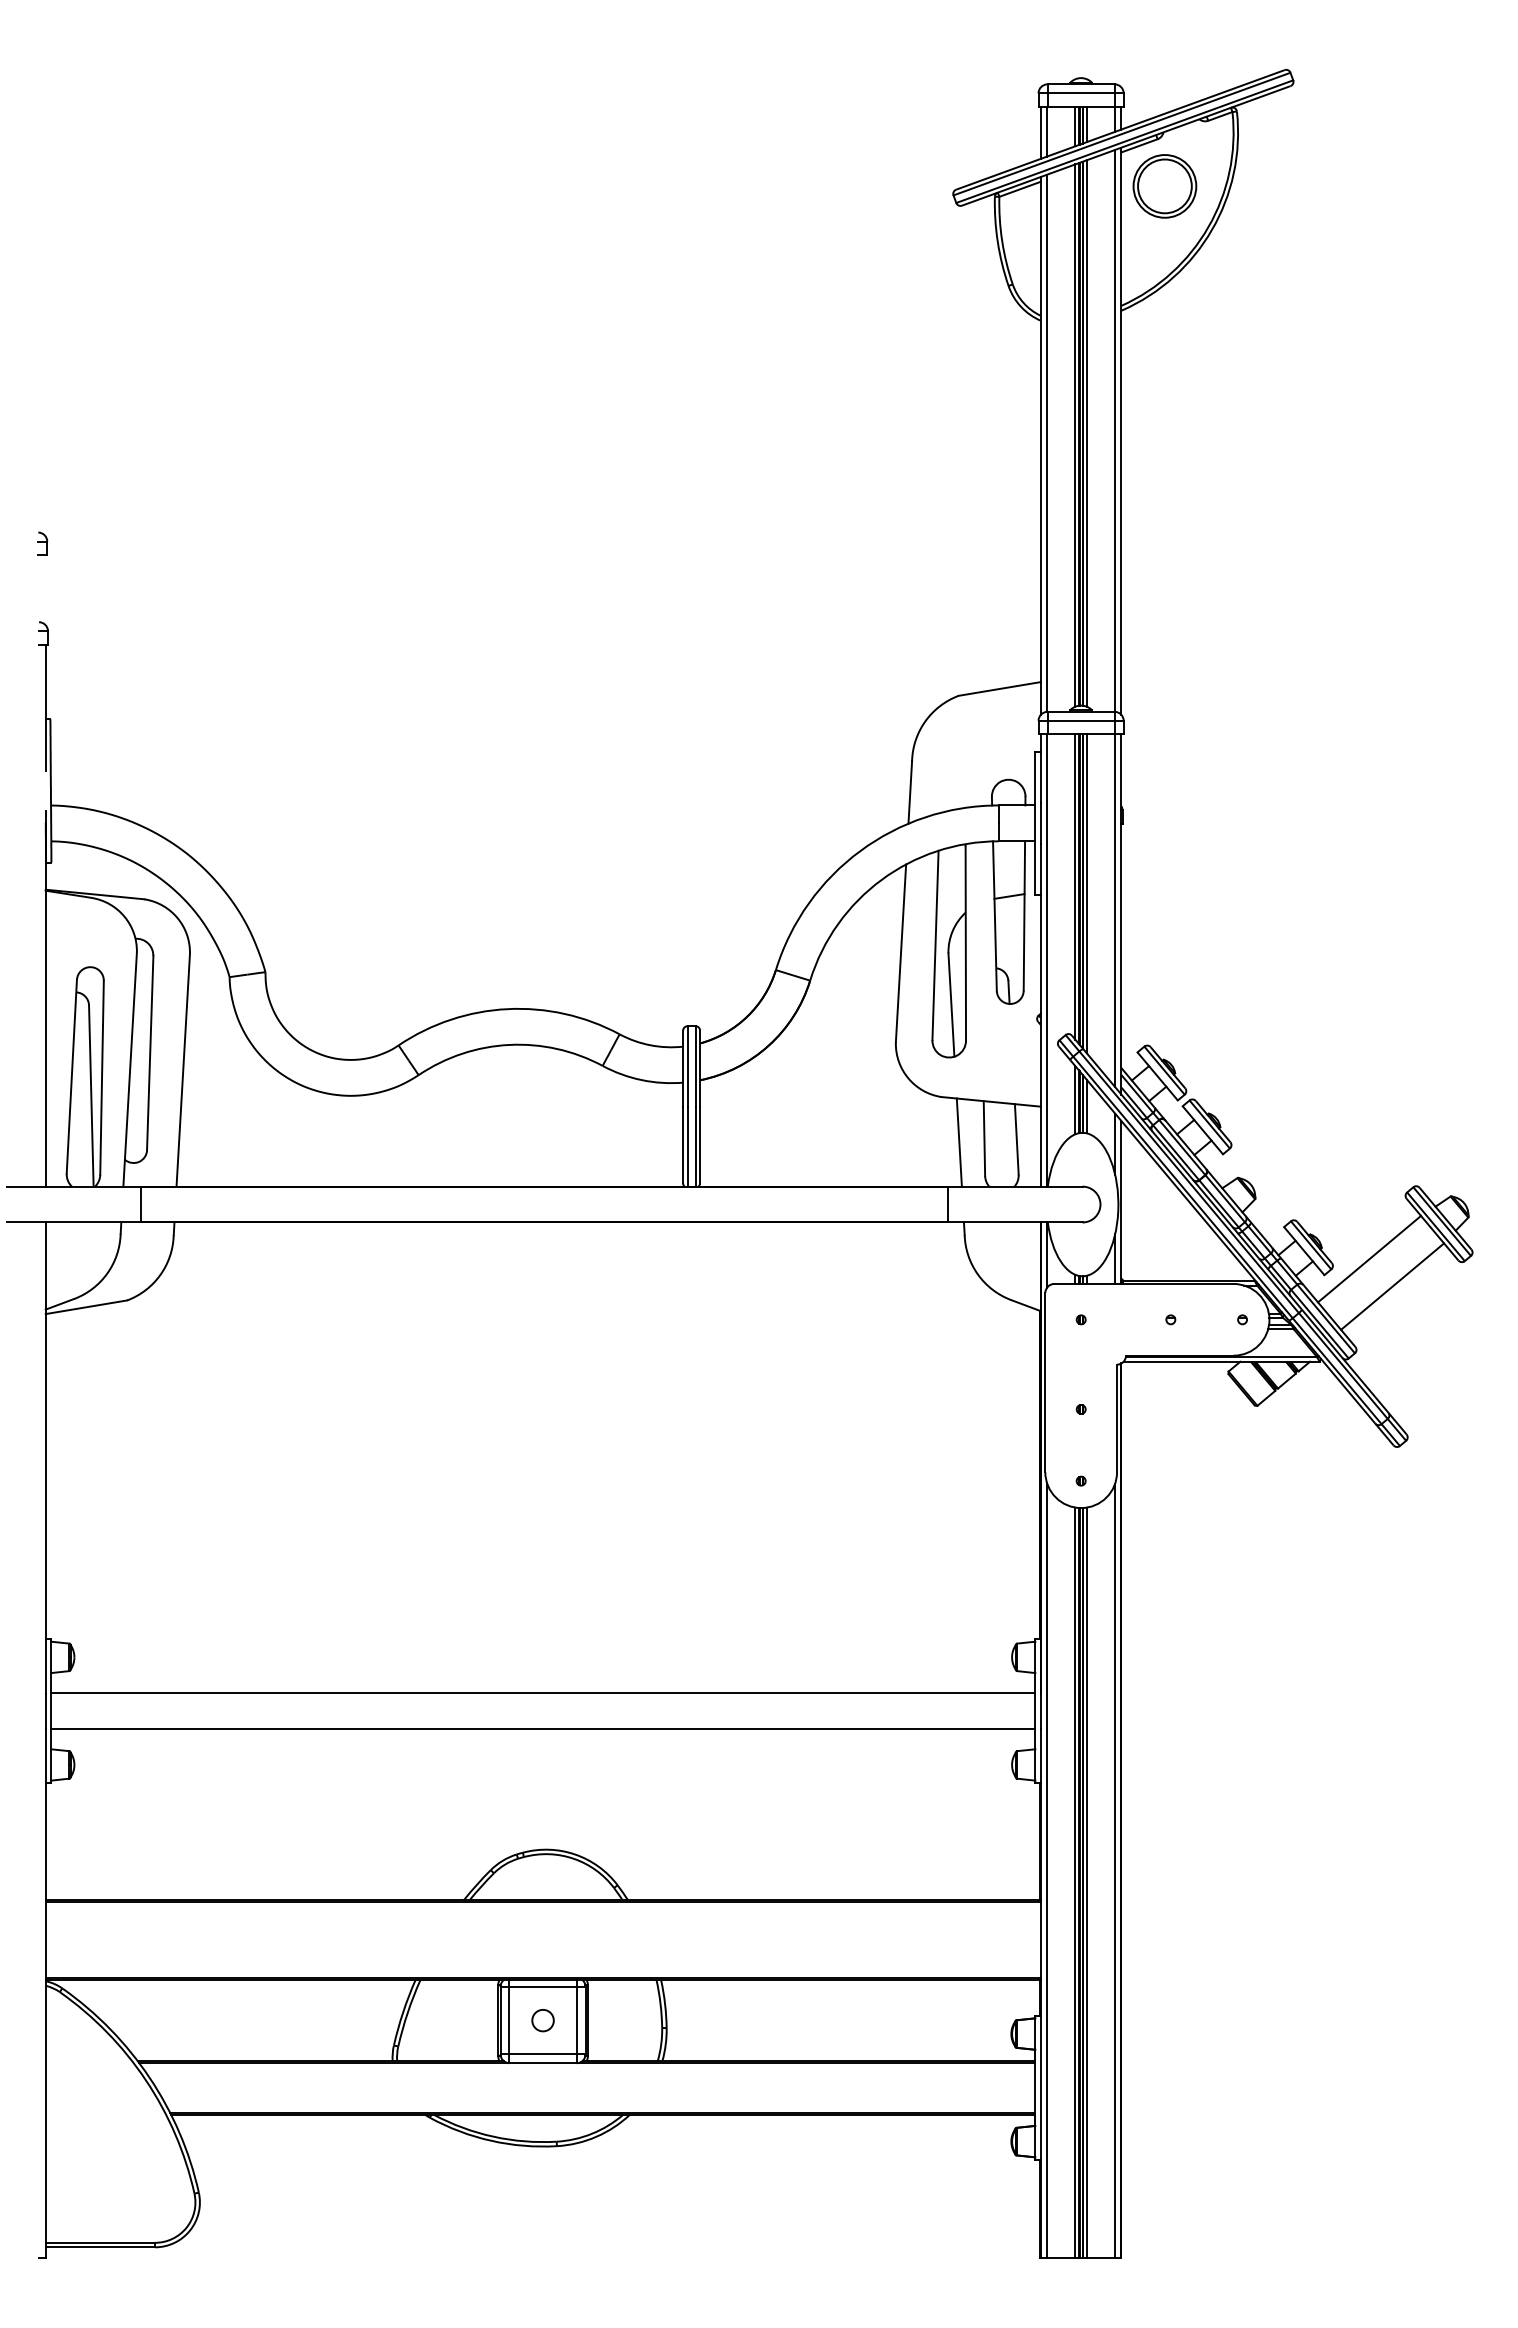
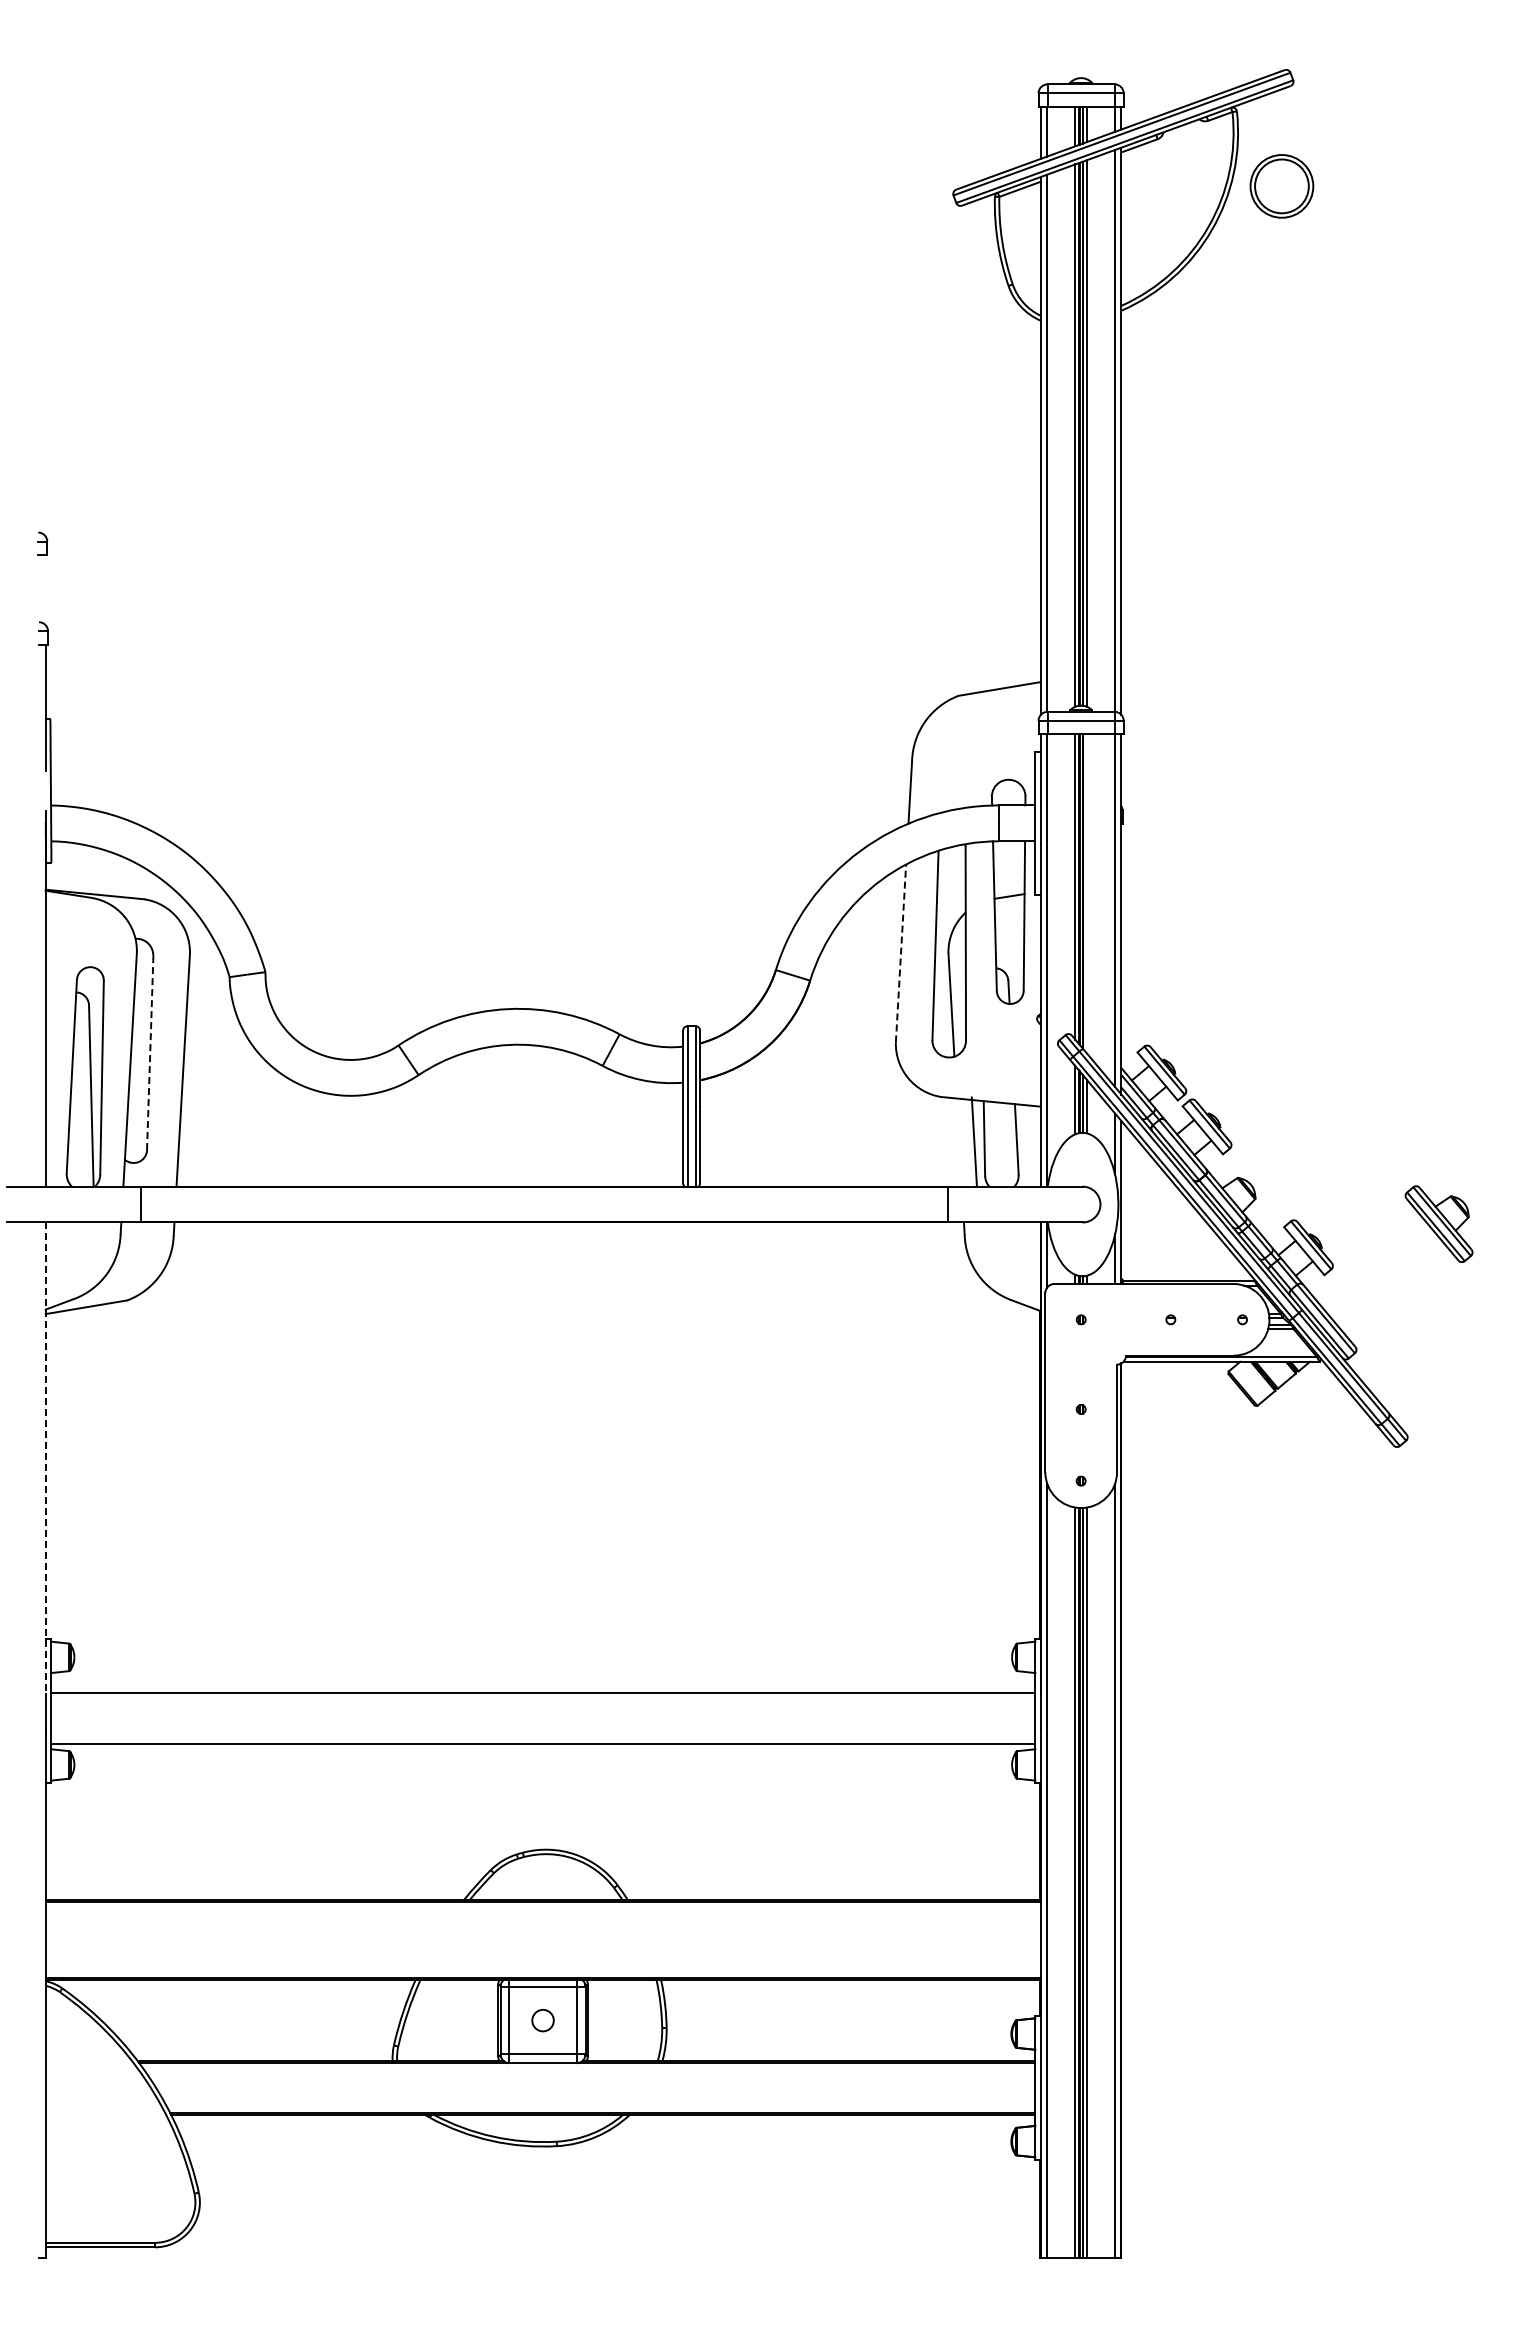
part at (1164, 186) position: (1164, 186) -> (1281, 186)
line at (1086, 893): present -> none
line at (901, 952): solid -> dashed
line at (150, 1053): solid -> dashed
line at (958, 1142) position: (958, 1142) -> (973, 1141)
line at (1369, 1258): present -> none
line at (1392, 1286): present -> none
line at (45, 1458): solid -> dashed
line at (543, 1729) position: (543, 1729) -> (543, 1744)
